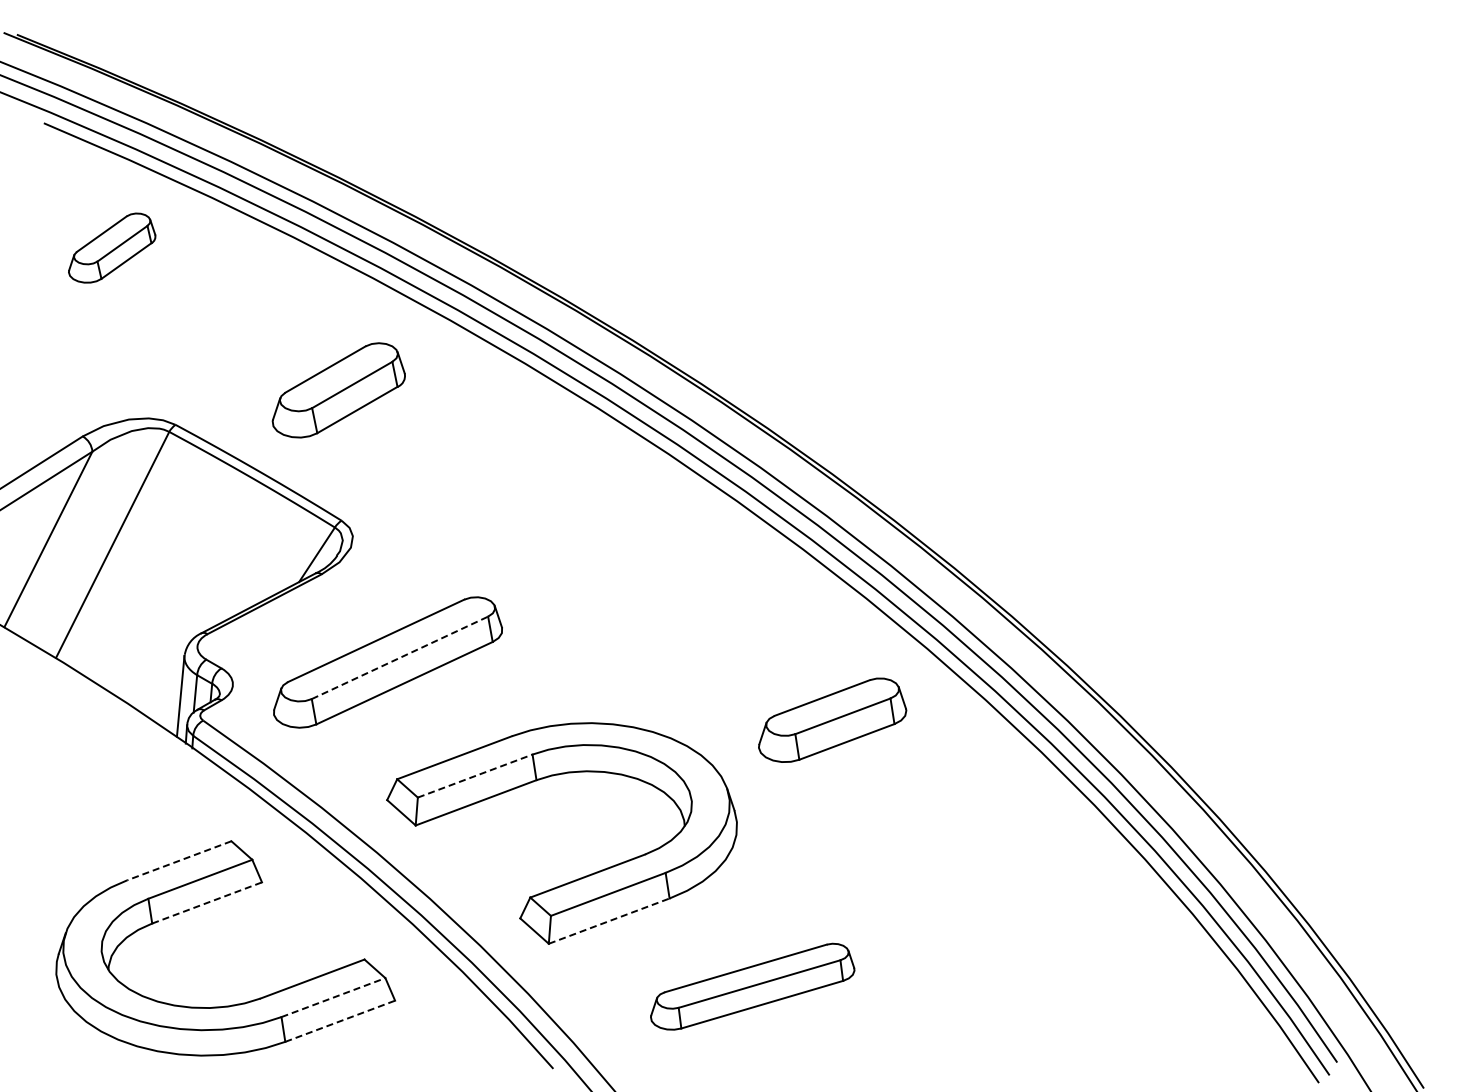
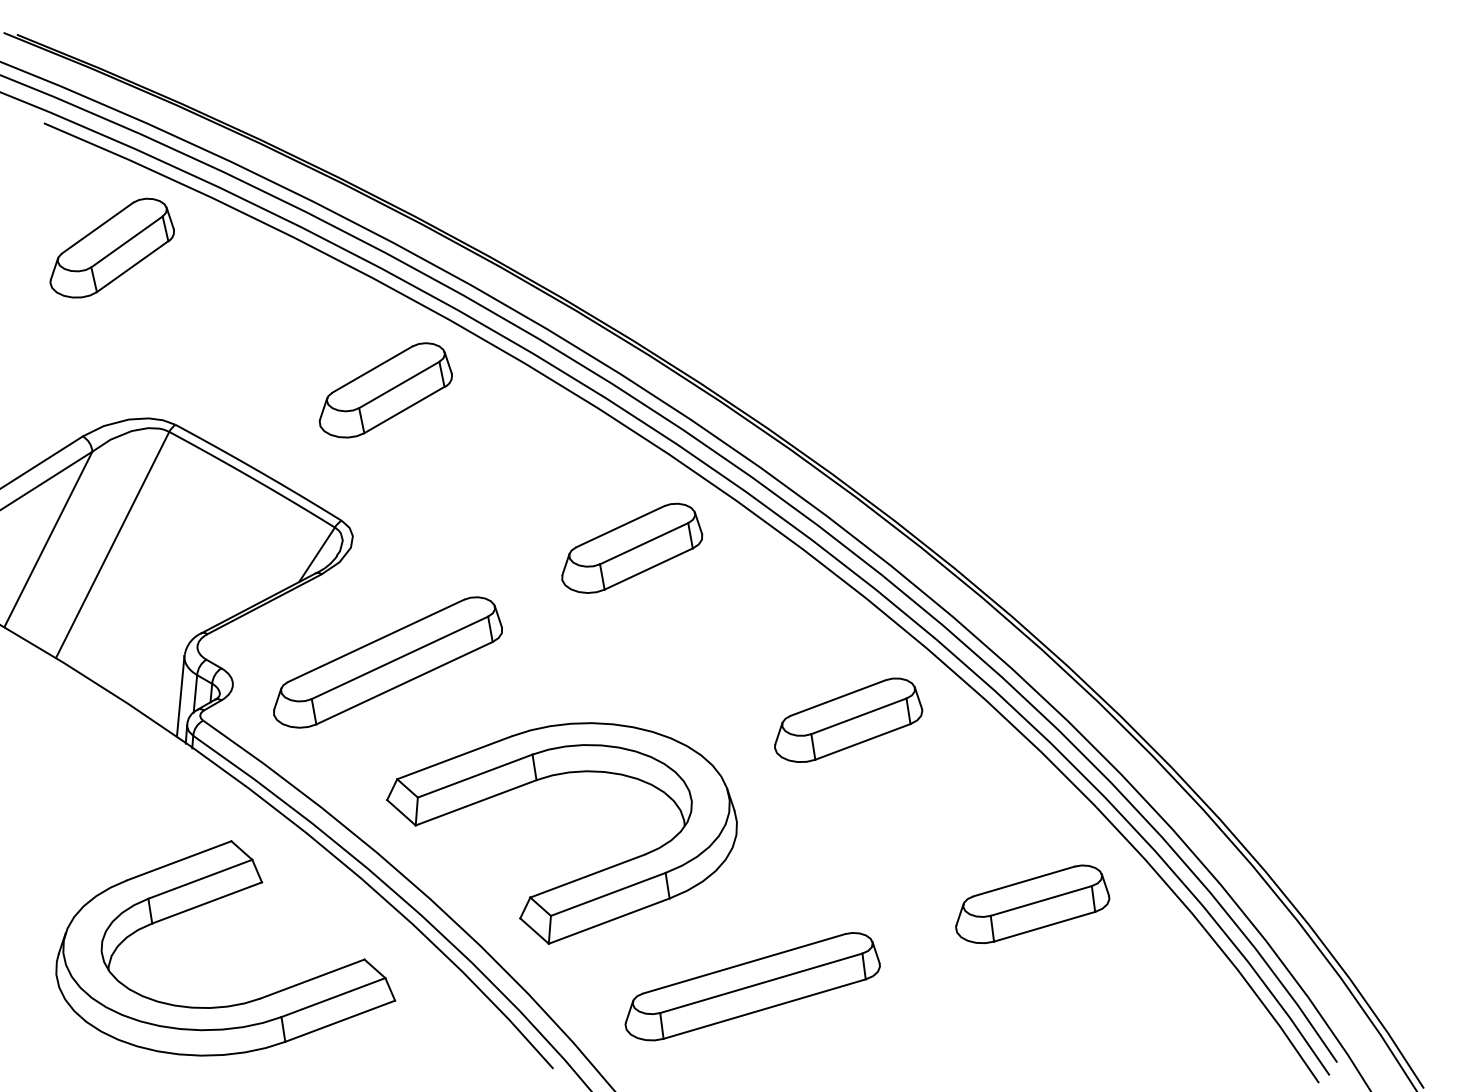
part at (112, 247) size: 89x72 px -> 126x102 px
part at (338, 390) position: (338, 390) -> (385, 390)
part at (632, 547): none -> present
line at (400, 657): dashed -> solid
part at (832, 719) position: (832, 719) -> (848, 719)
line at (475, 775): dashed -> solid
line at (179, 860): dashed -> solid
line at (207, 902): dashed -> solid
part at (1032, 903): none -> present
line at (609, 920): dashed -> solid
part at (752, 986) size: 206x89 px -> 257x110 px
line at (333, 997): dashed -> solid
line at (340, 1021): dashed -> solid
